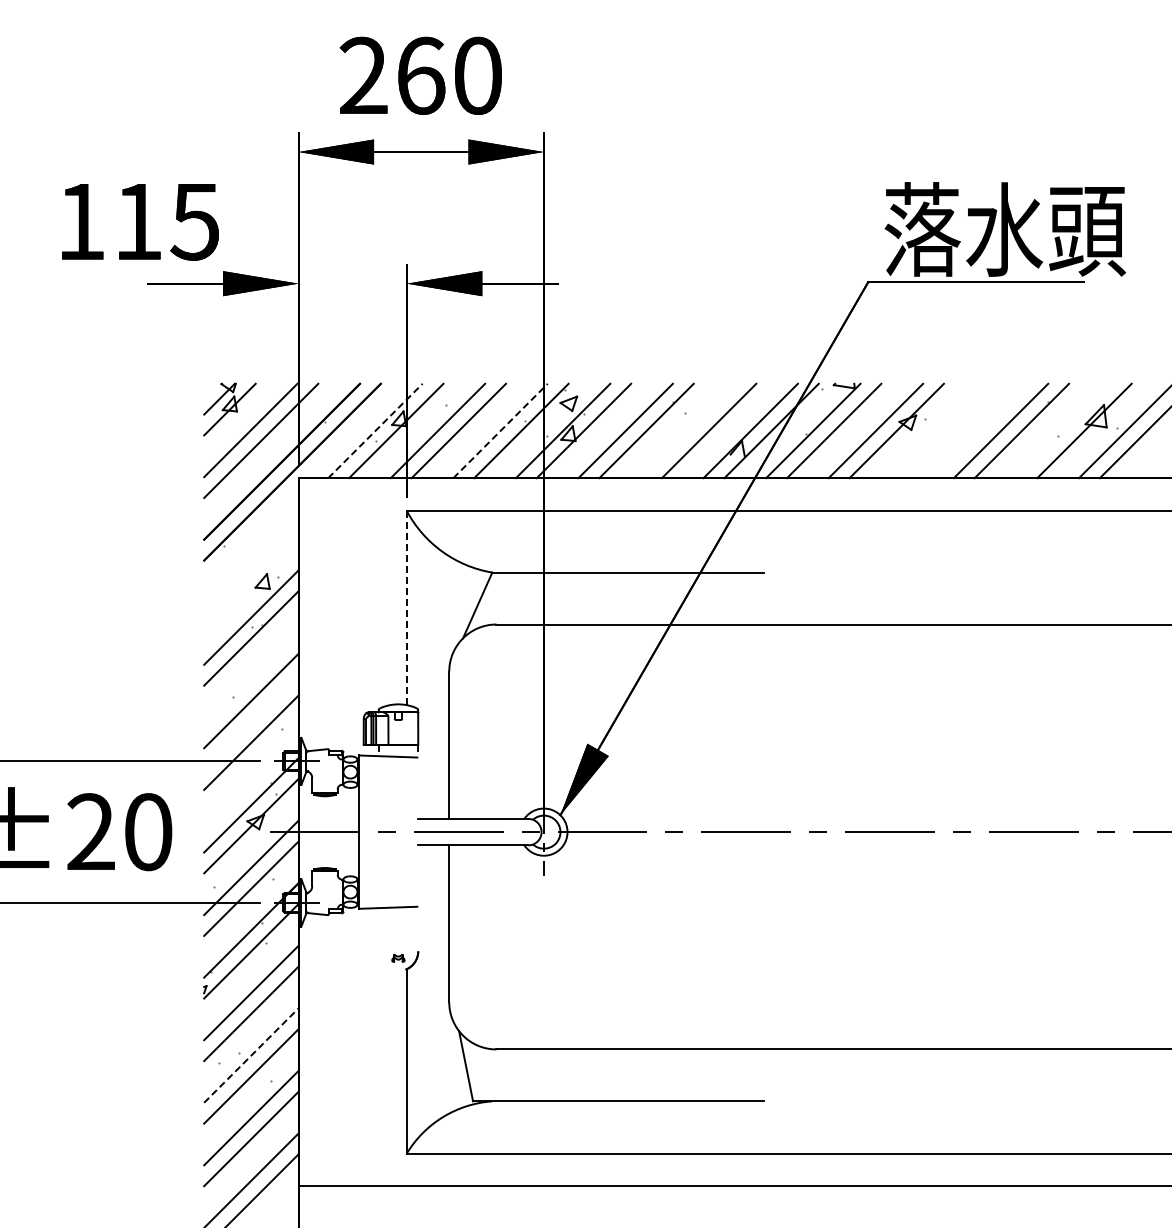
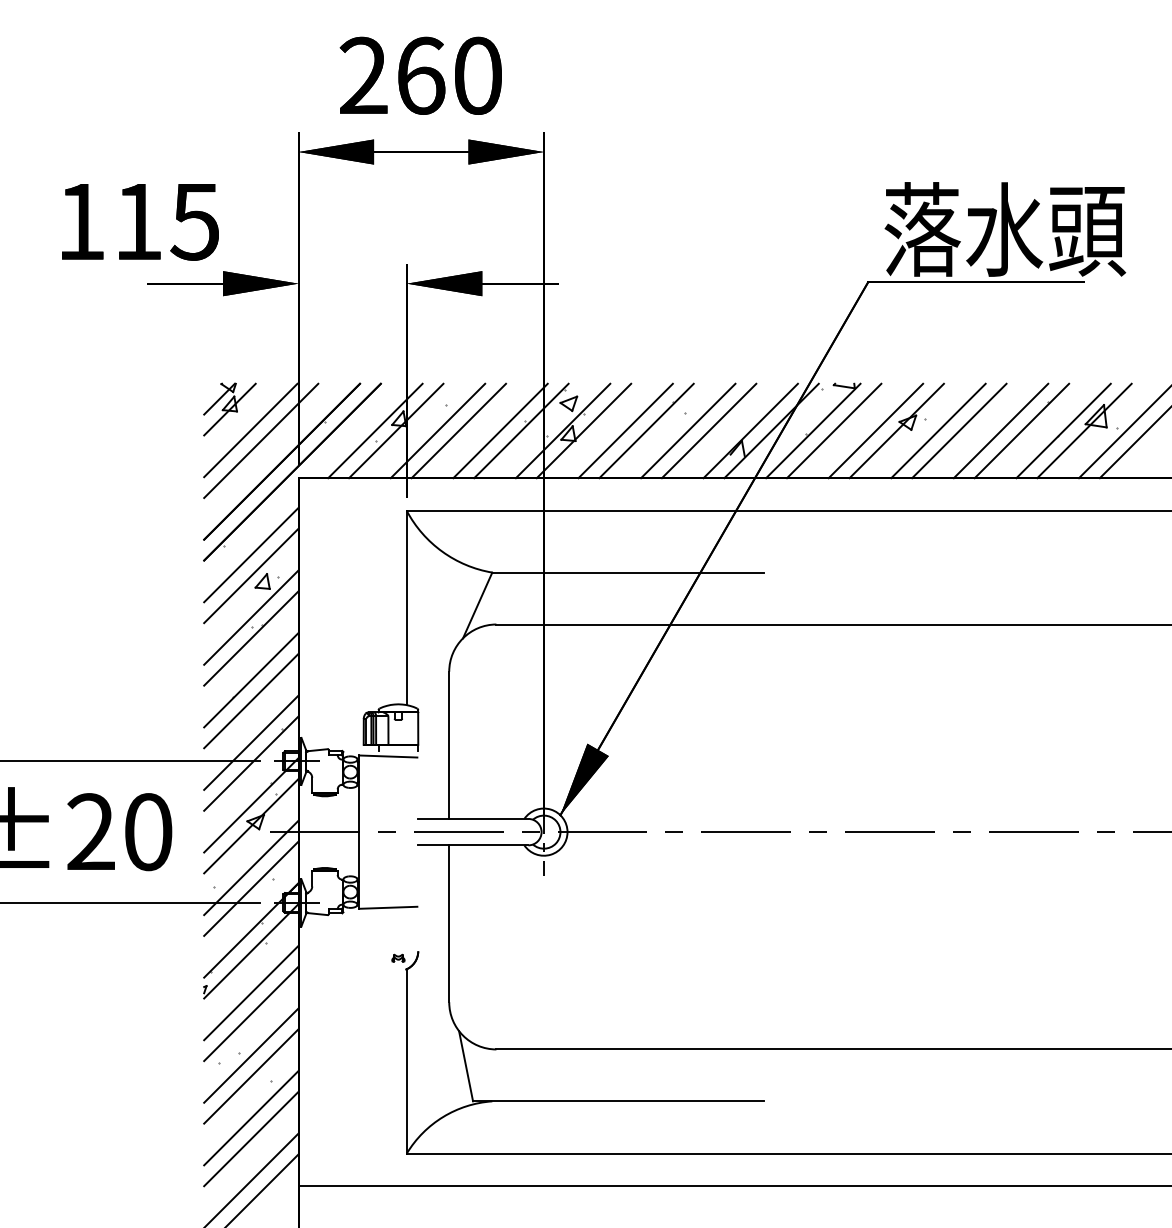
line at (688, 430): none -> present
line at (938, 430): none -> present
line at (959, 430): none -> present
line at (1063, 430): none -> present
line at (375, 431): dashed -> solid
line at (500, 431): dashed -> solid
line at (251, 554): none -> present
line at (251, 575): none -> present
line at (406, 608): dashed -> solid
line at (251, 680): none -> present
line at (251, 763): none -> present
line at (251, 1055): dashed -> solid
